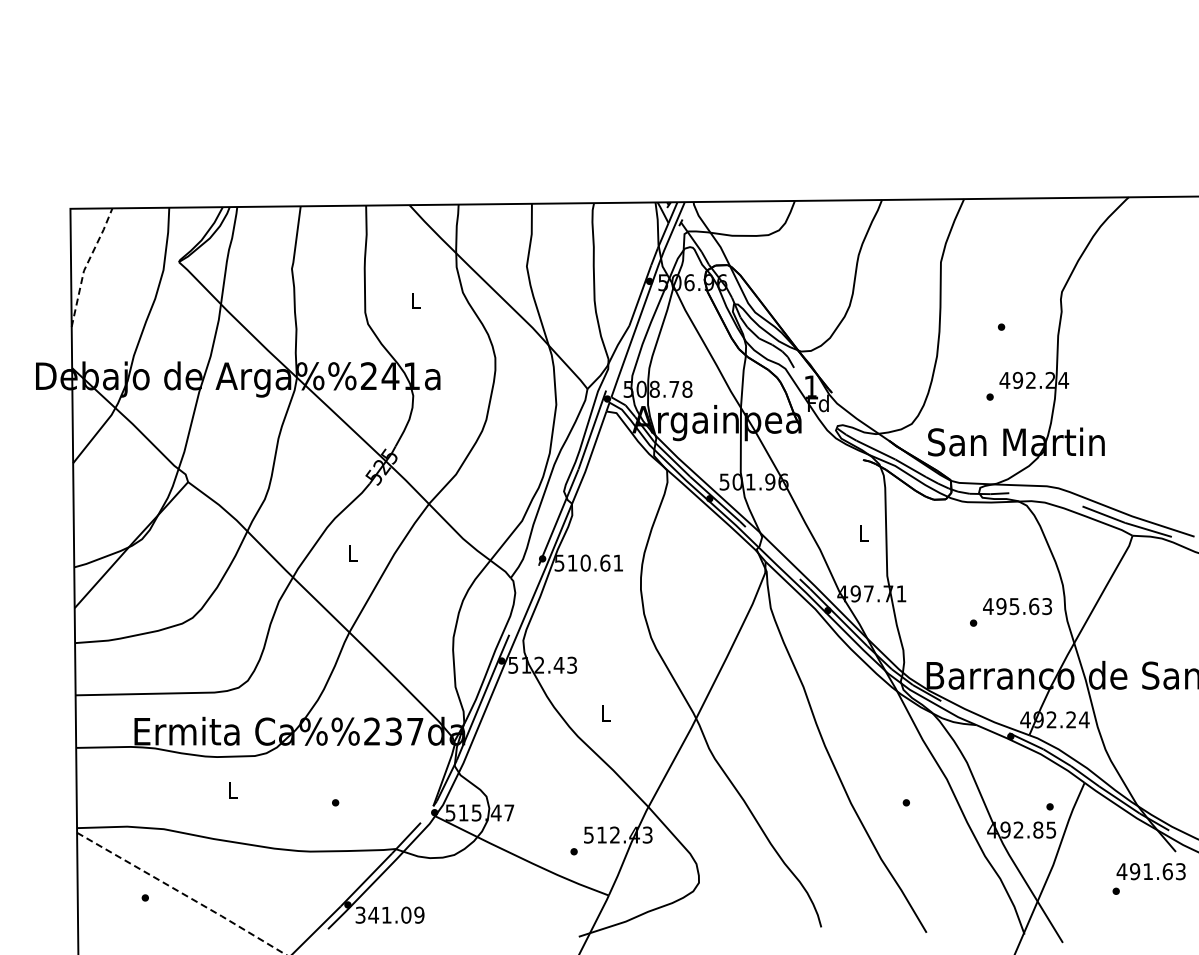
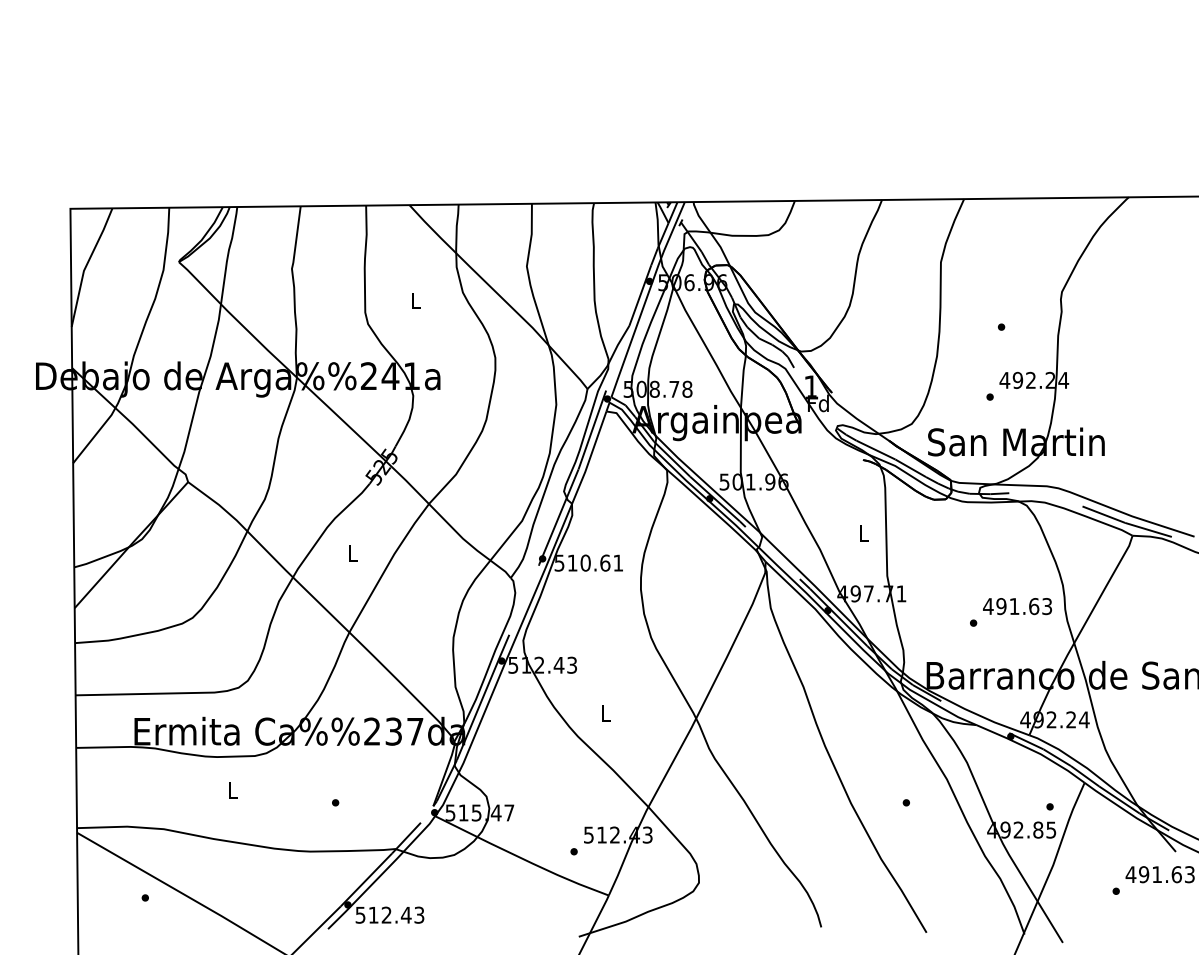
line at (86, 265): dashed -> solid
text at (1014, 606): 495.63 -> 491.63
text at (1150, 871) position: (1150, 871) -> (1159, 874)
line at (183, 893): dashed -> solid
text at (390, 914): 341.09 -> 512.43
